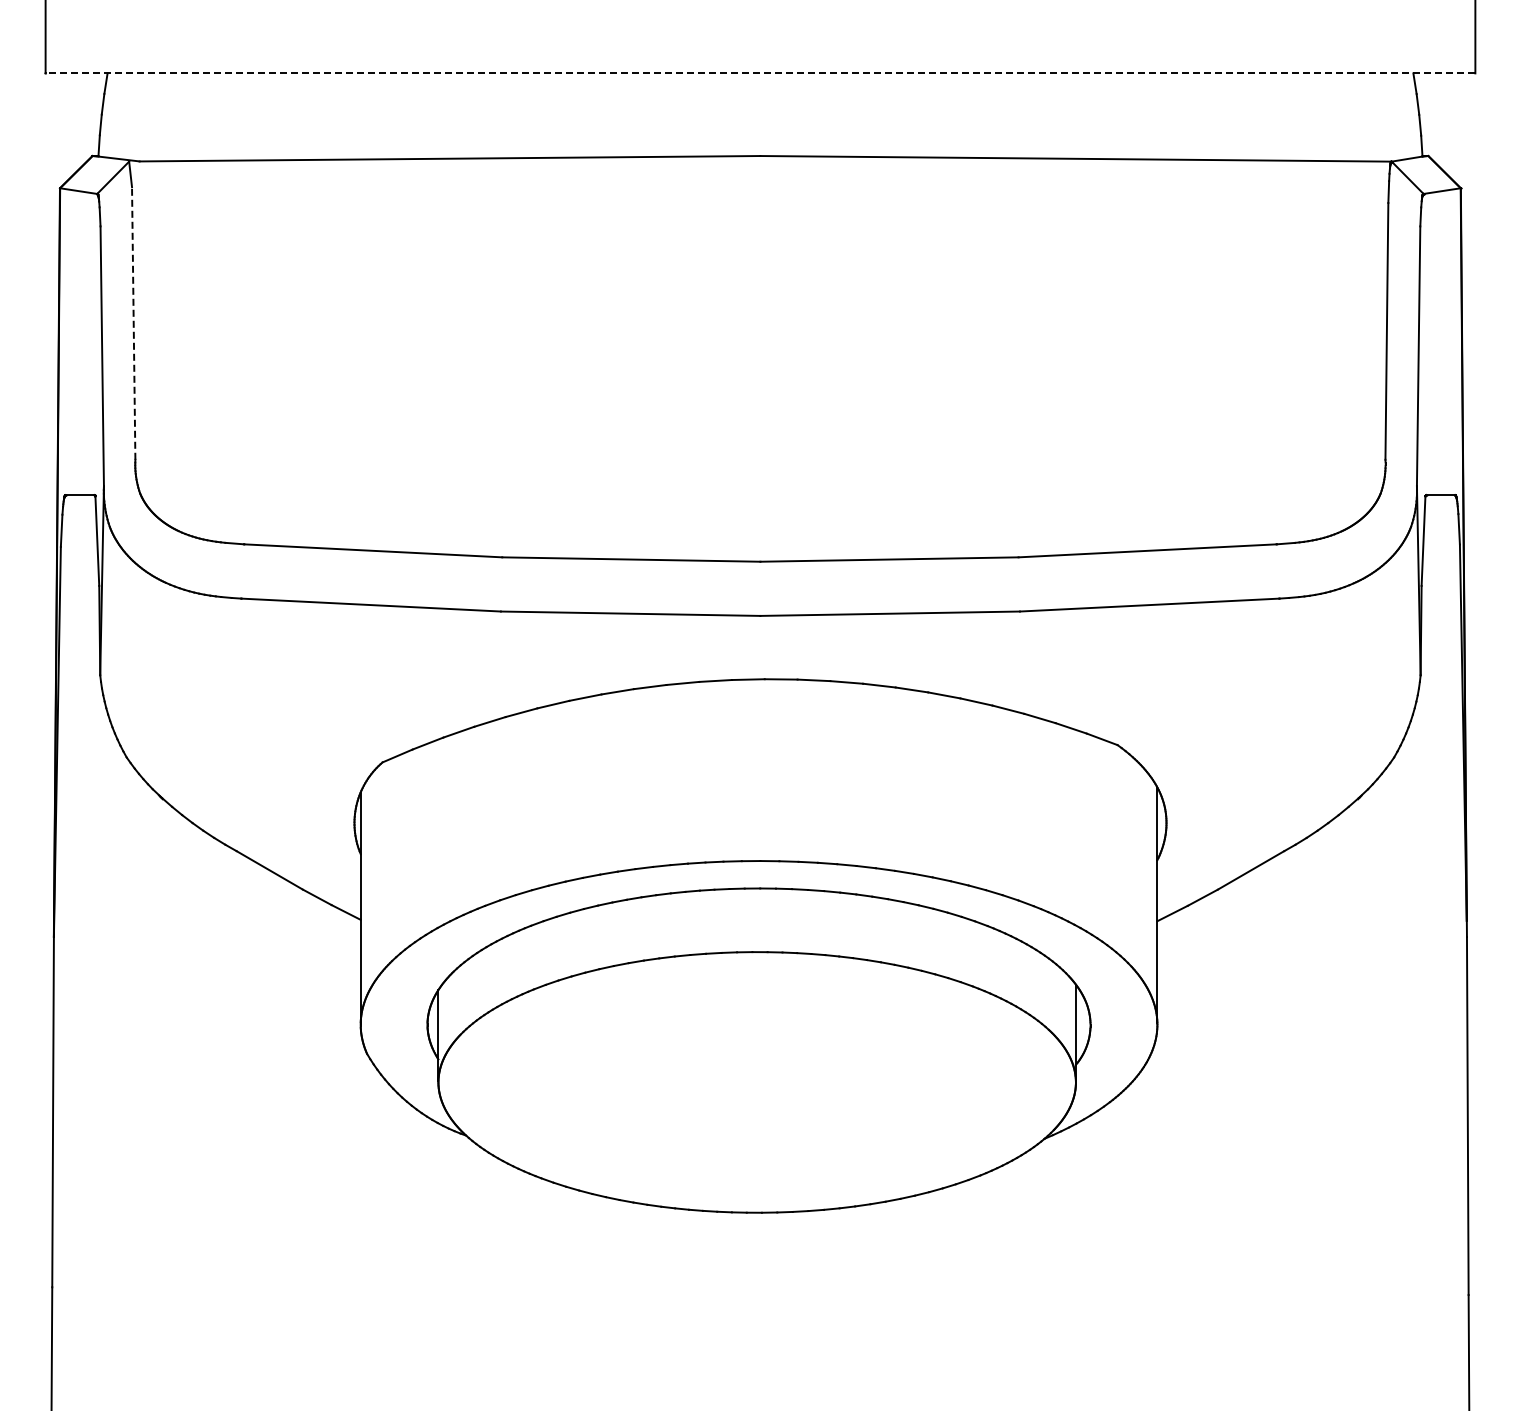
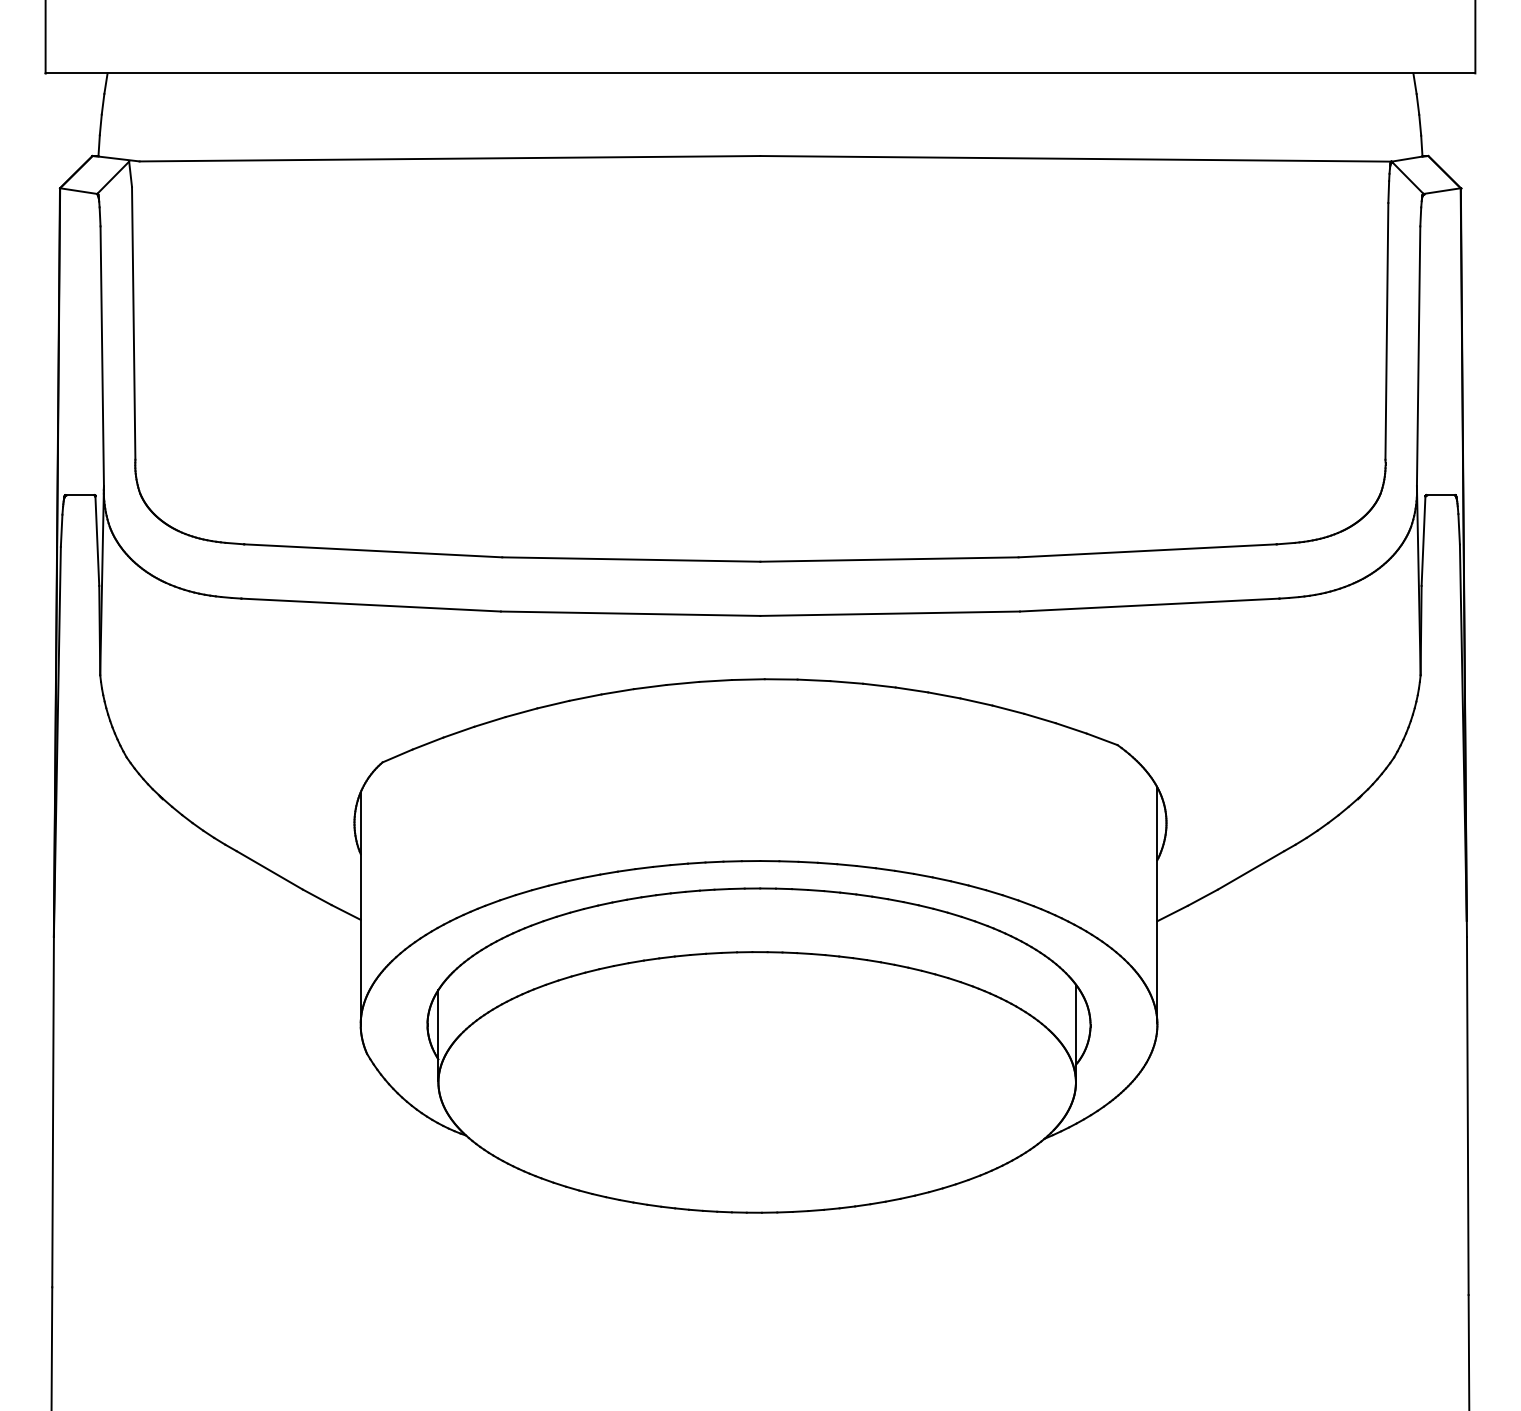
line at (760, 73): dashed -> solid
line at (133, 322): dashed -> solid
